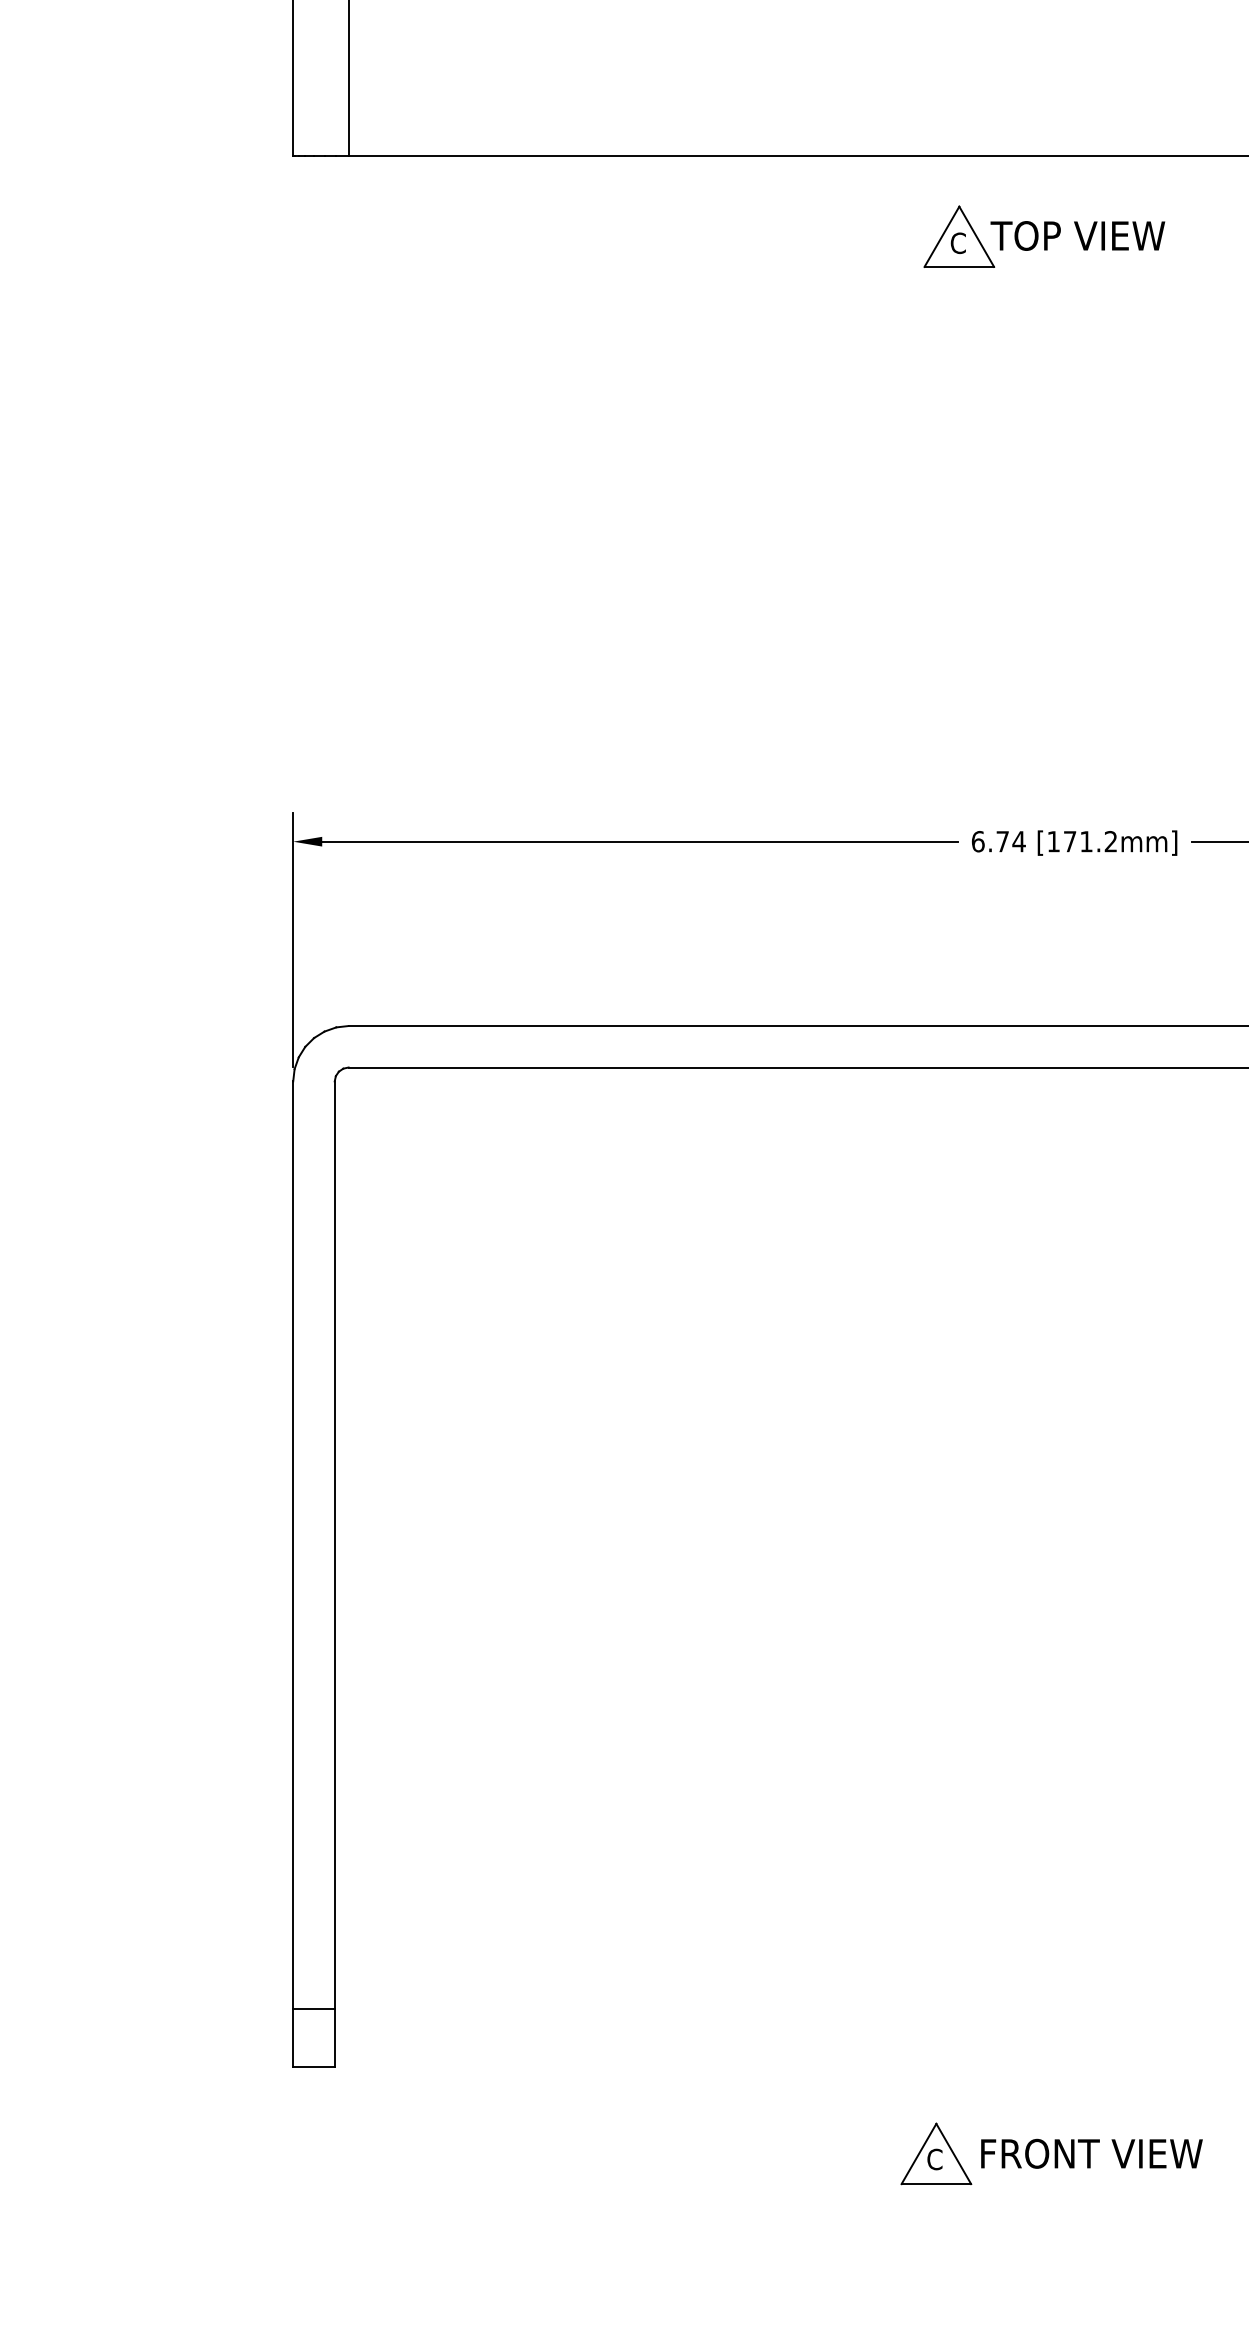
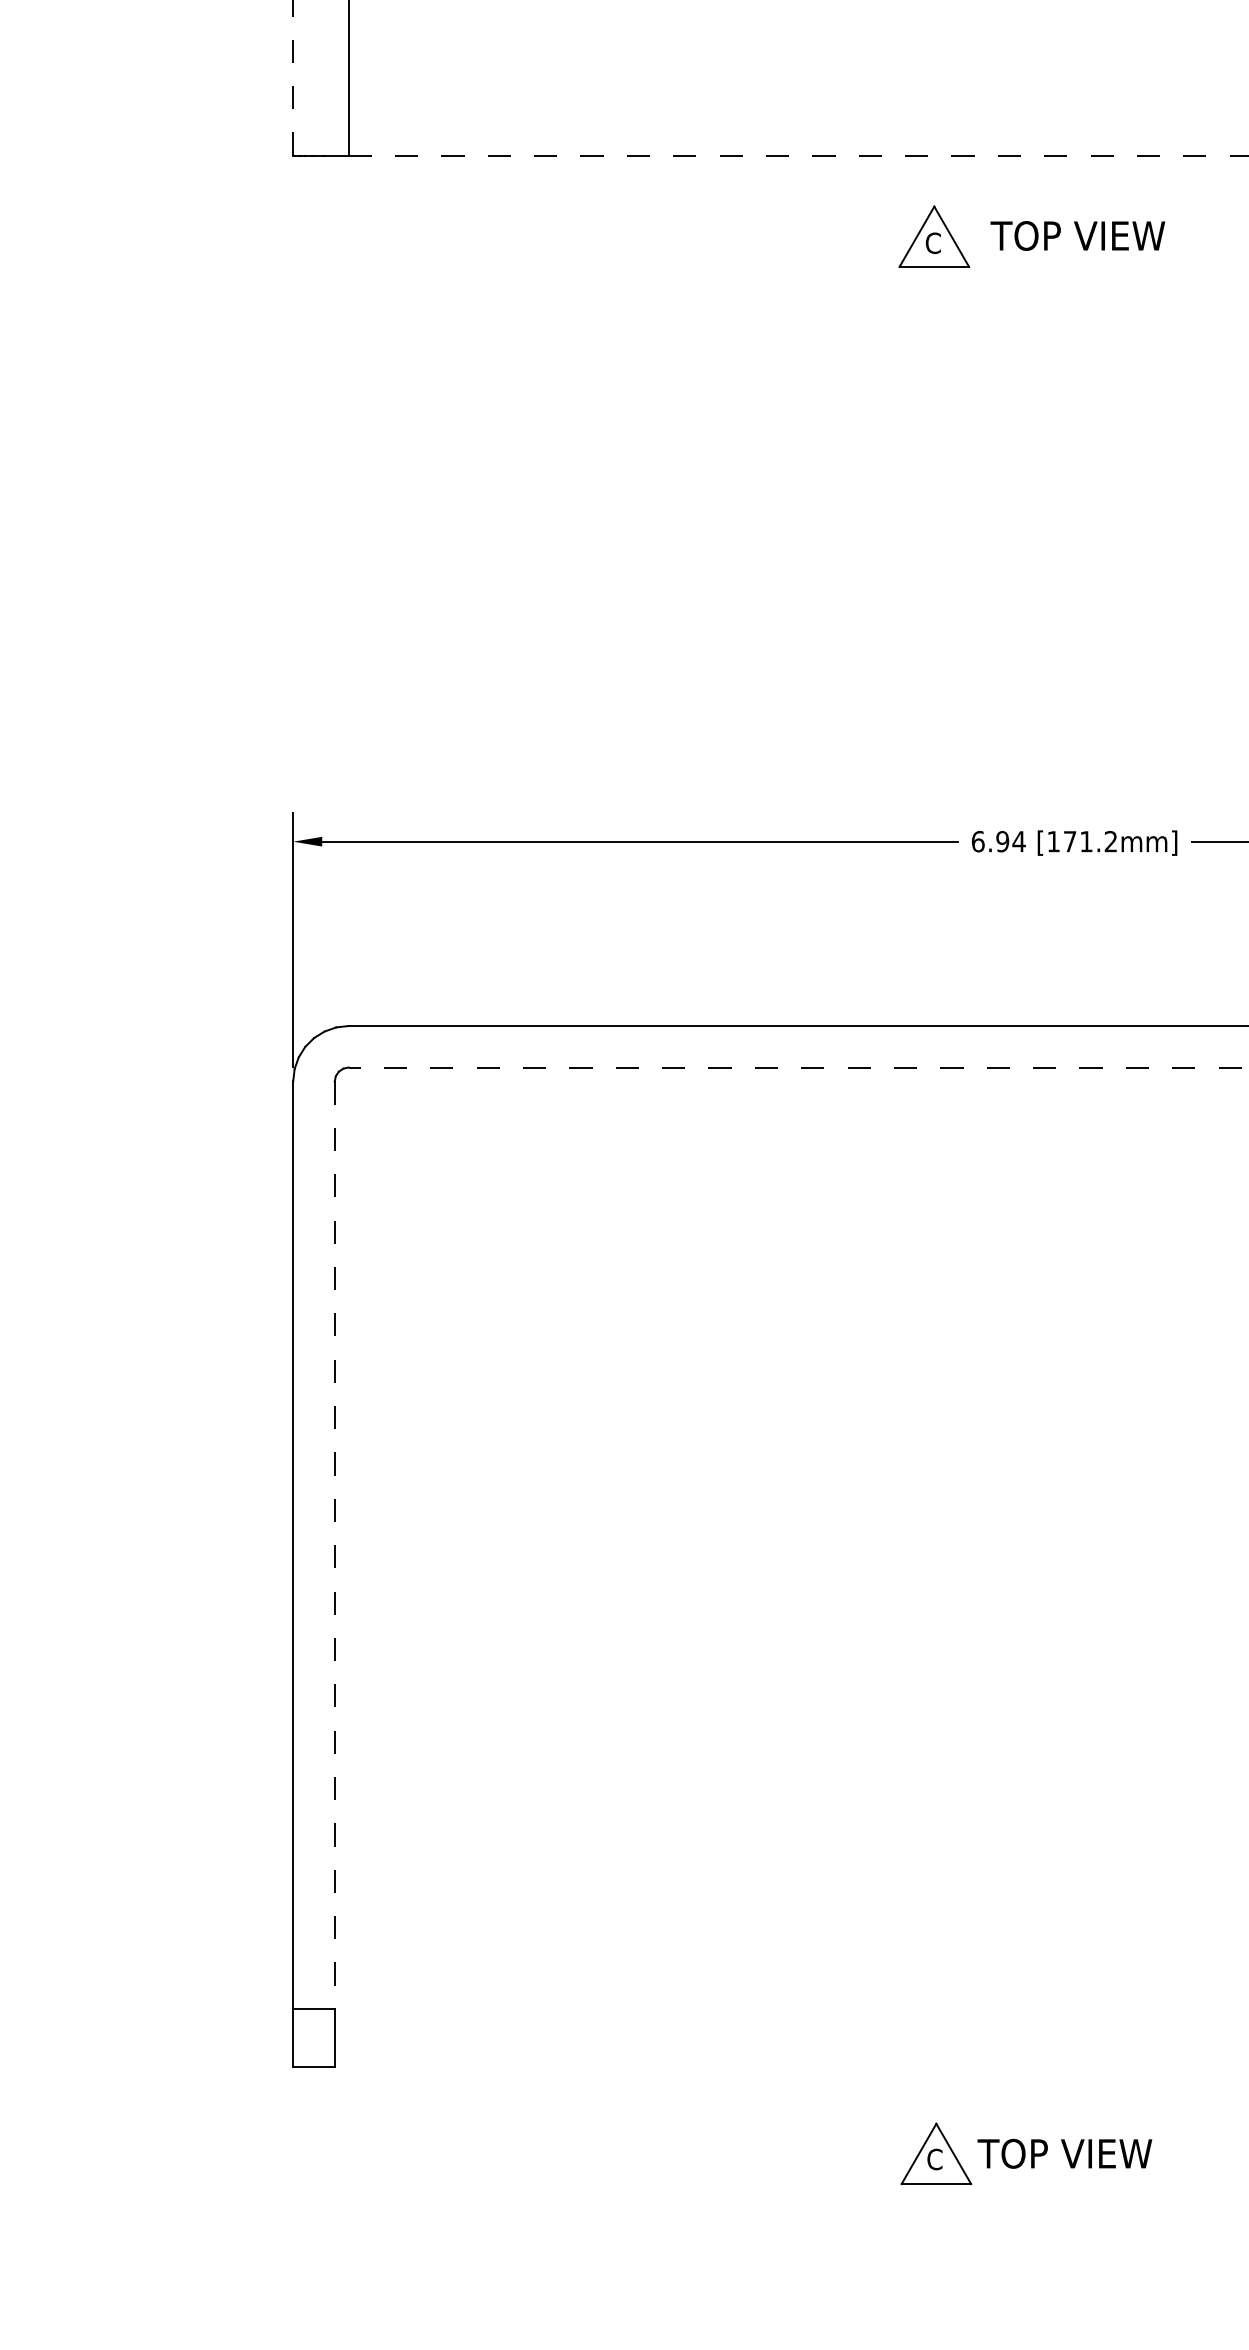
line at (293, 77): solid -> dashed
line at (798, 155): solid -> dashed
part at (959, 236) position: (959, 236) -> (934, 236)
text at (1002, 841): 6.74 -> 6.94
line at (798, 1067): solid -> dashed
line at (334, 1545): solid -> dashed
text at (1089, 2153): FRONT VIEW -> TOP VIEW
